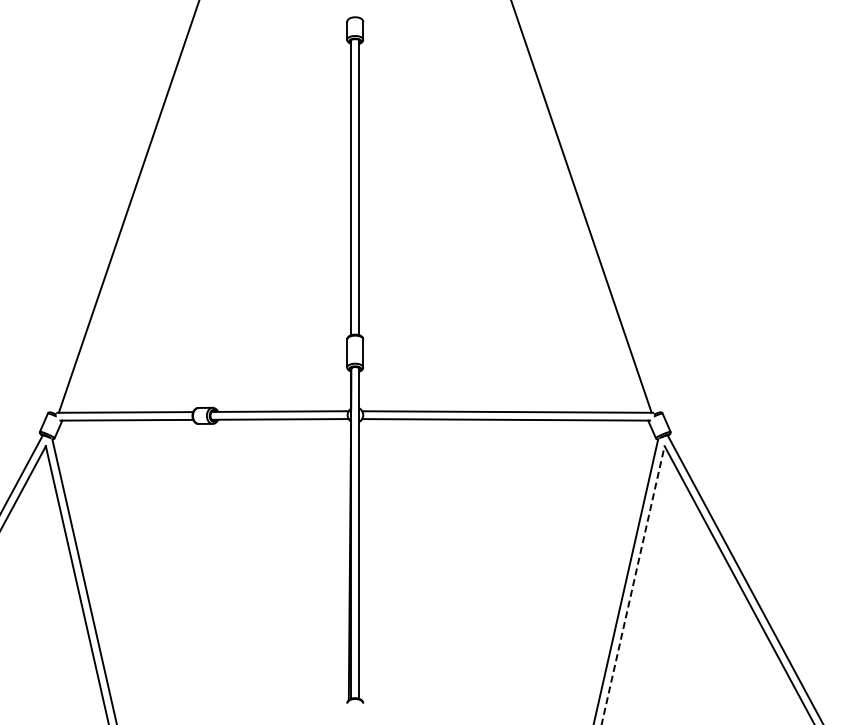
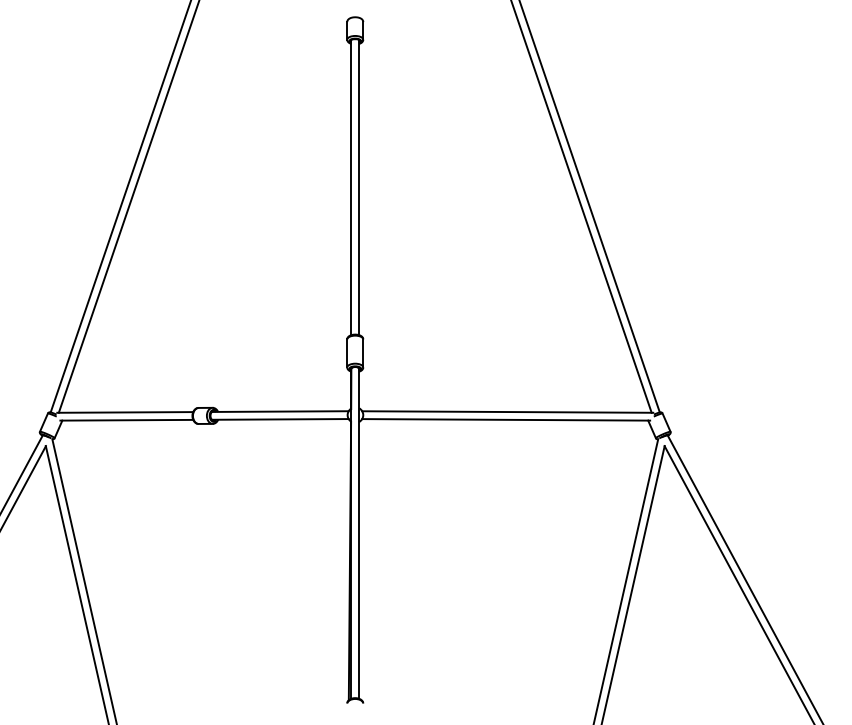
line at (120, 207): none -> present
line at (589, 207): none -> present
line at (633, 585): dashed -> solid
